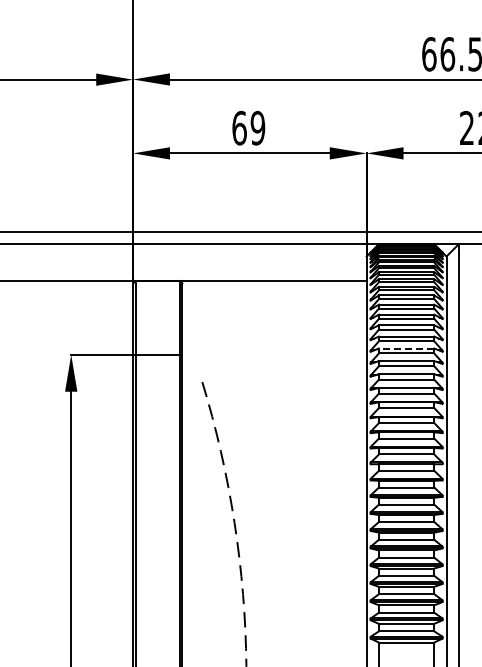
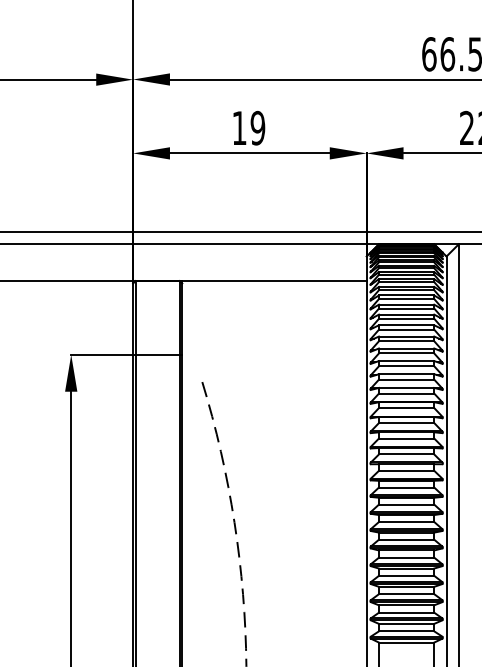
text at (239, 127): 69 -> 19
line at (406, 348): dashed -> solid
